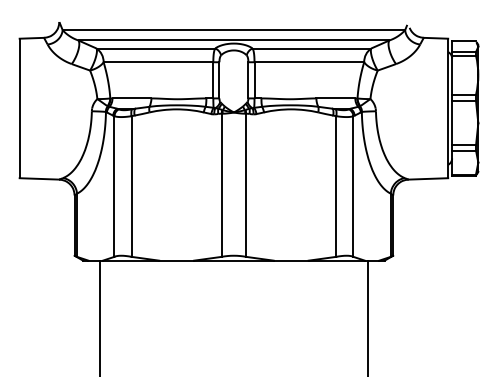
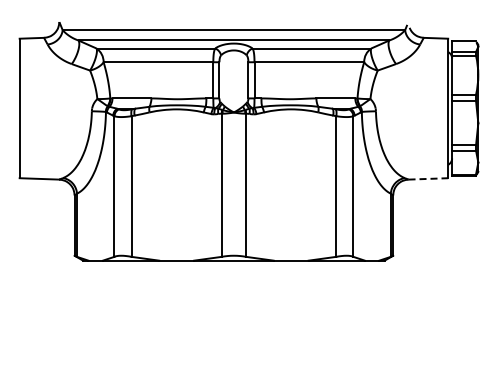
line at (428, 178): solid -> dashed
line at (100, 316): present -> none
line at (367, 316): present -> none
